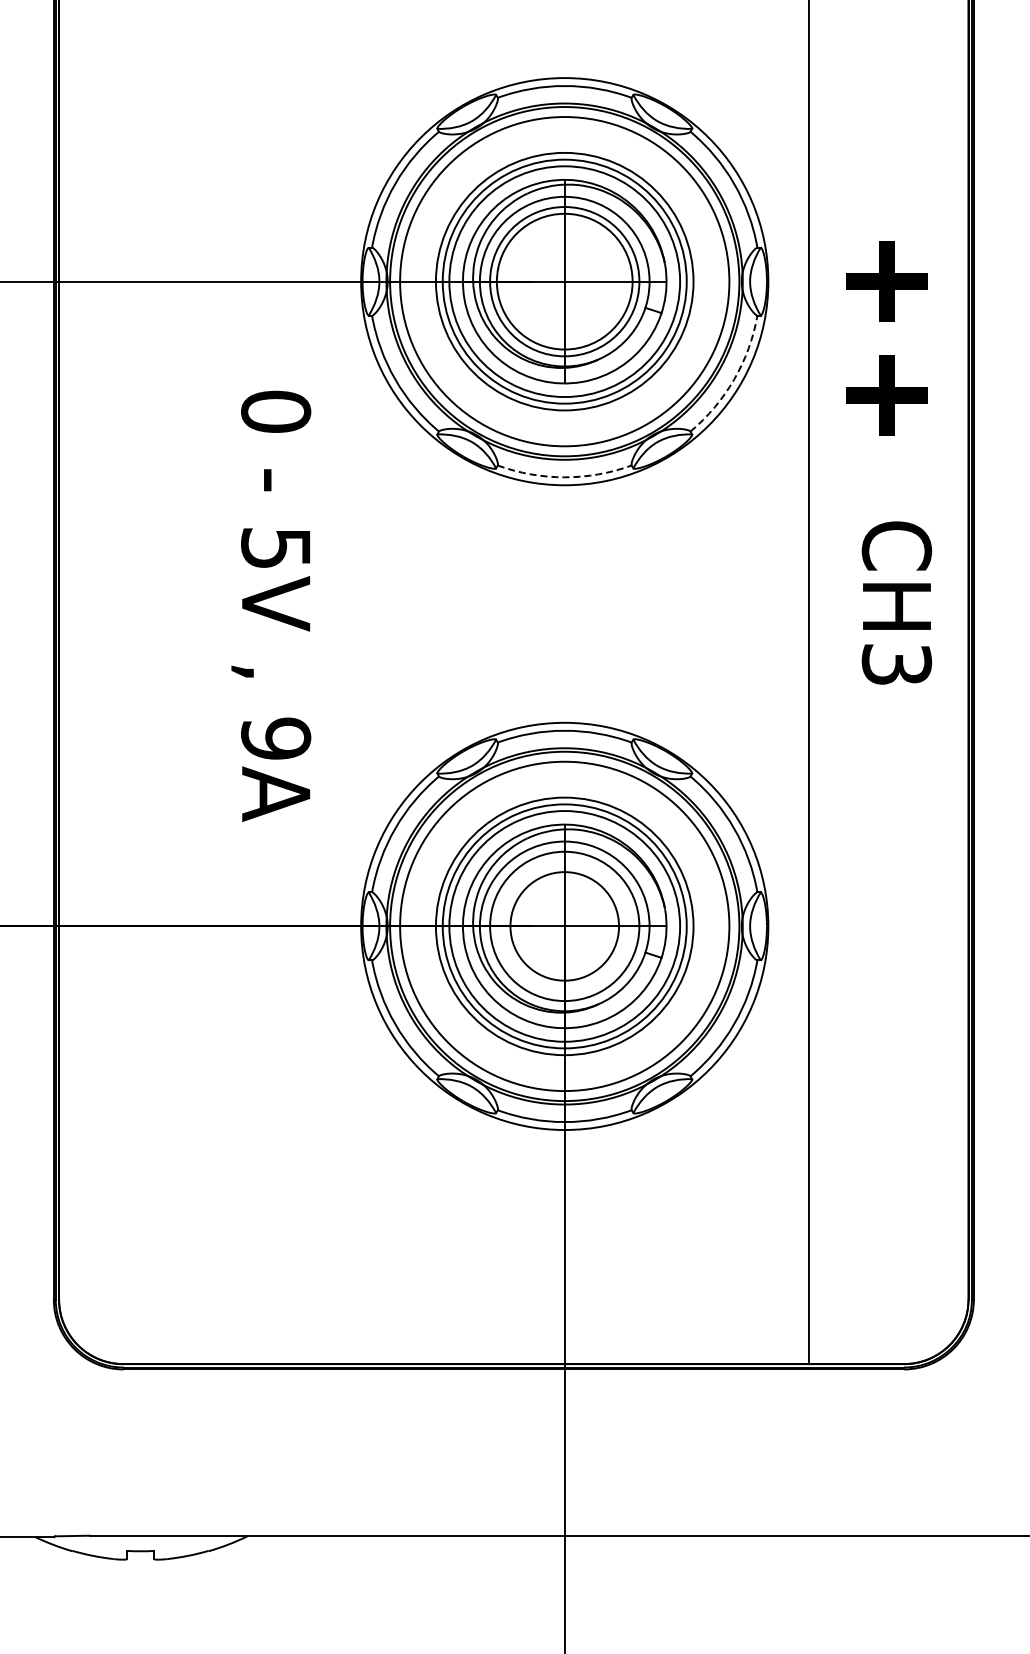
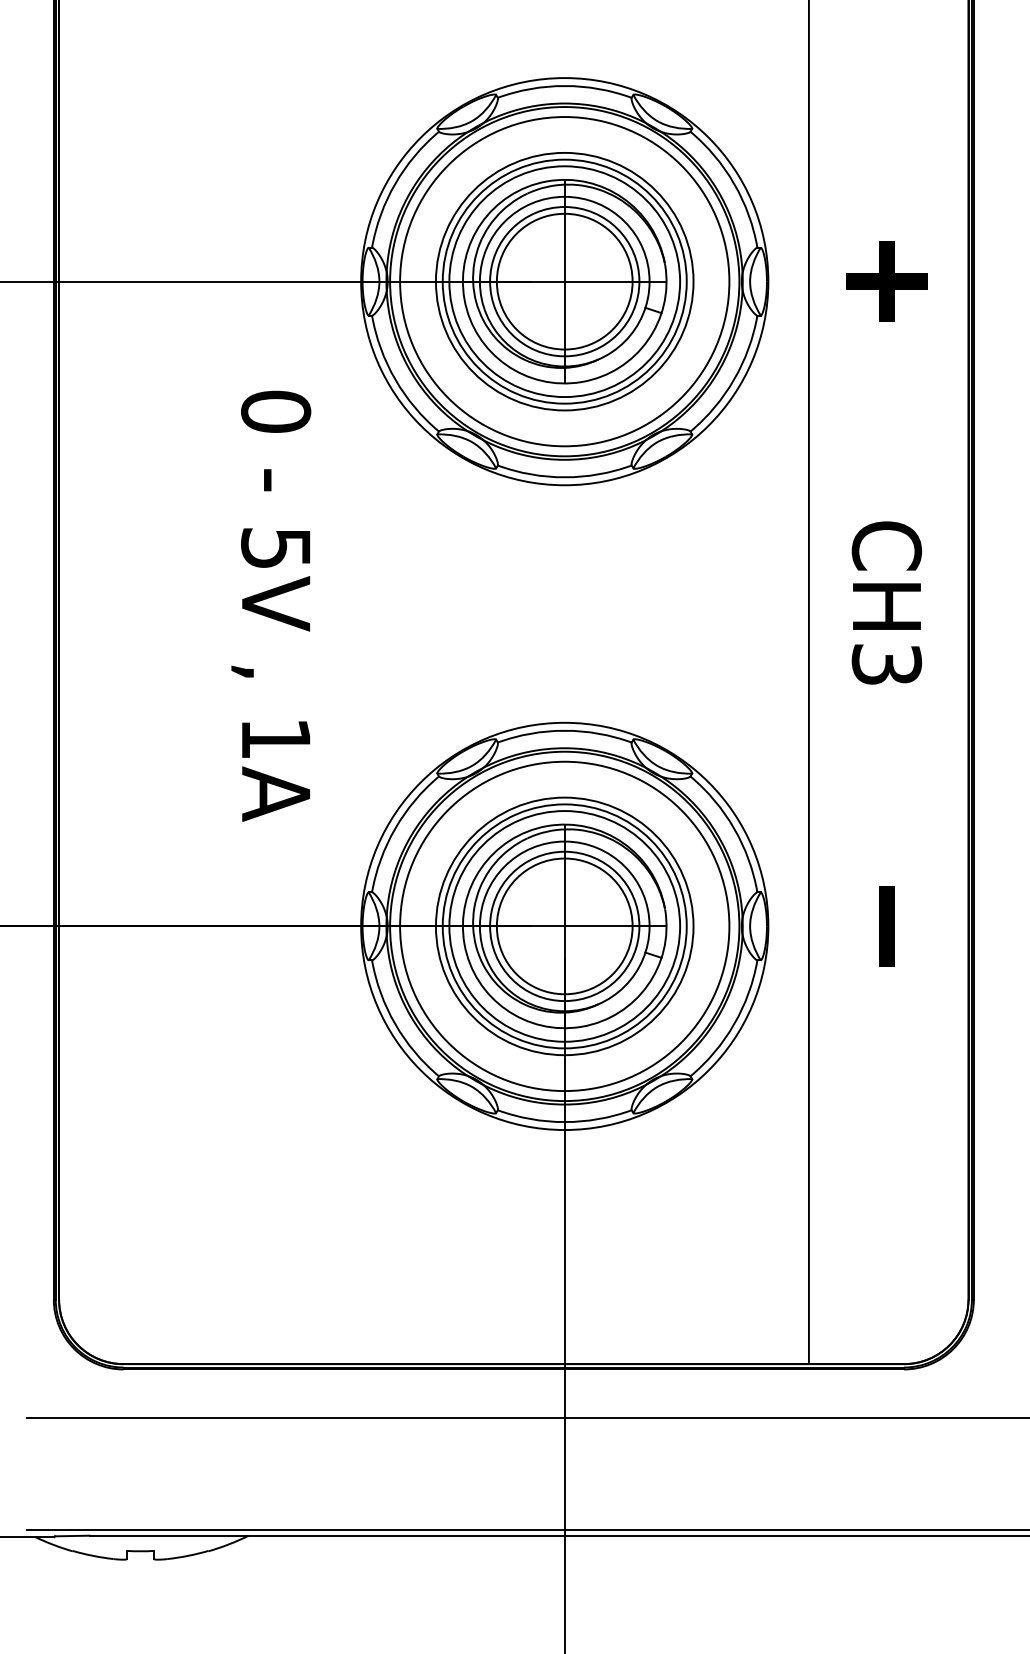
arc at (734, 379): dashed -> solid
part at (886, 395): present -> none
arc at (564, 477): dashed -> solid
text at (896, 602) position: (896, 602) -> (886, 602)
text at (276, 738): 9A -> 1A
circle at (564, 926) diameter: 109 px -> 136 px
line at (886, 926): none -> present
line at (526, 1417): none -> present
line at (526, 1529): none -> present
